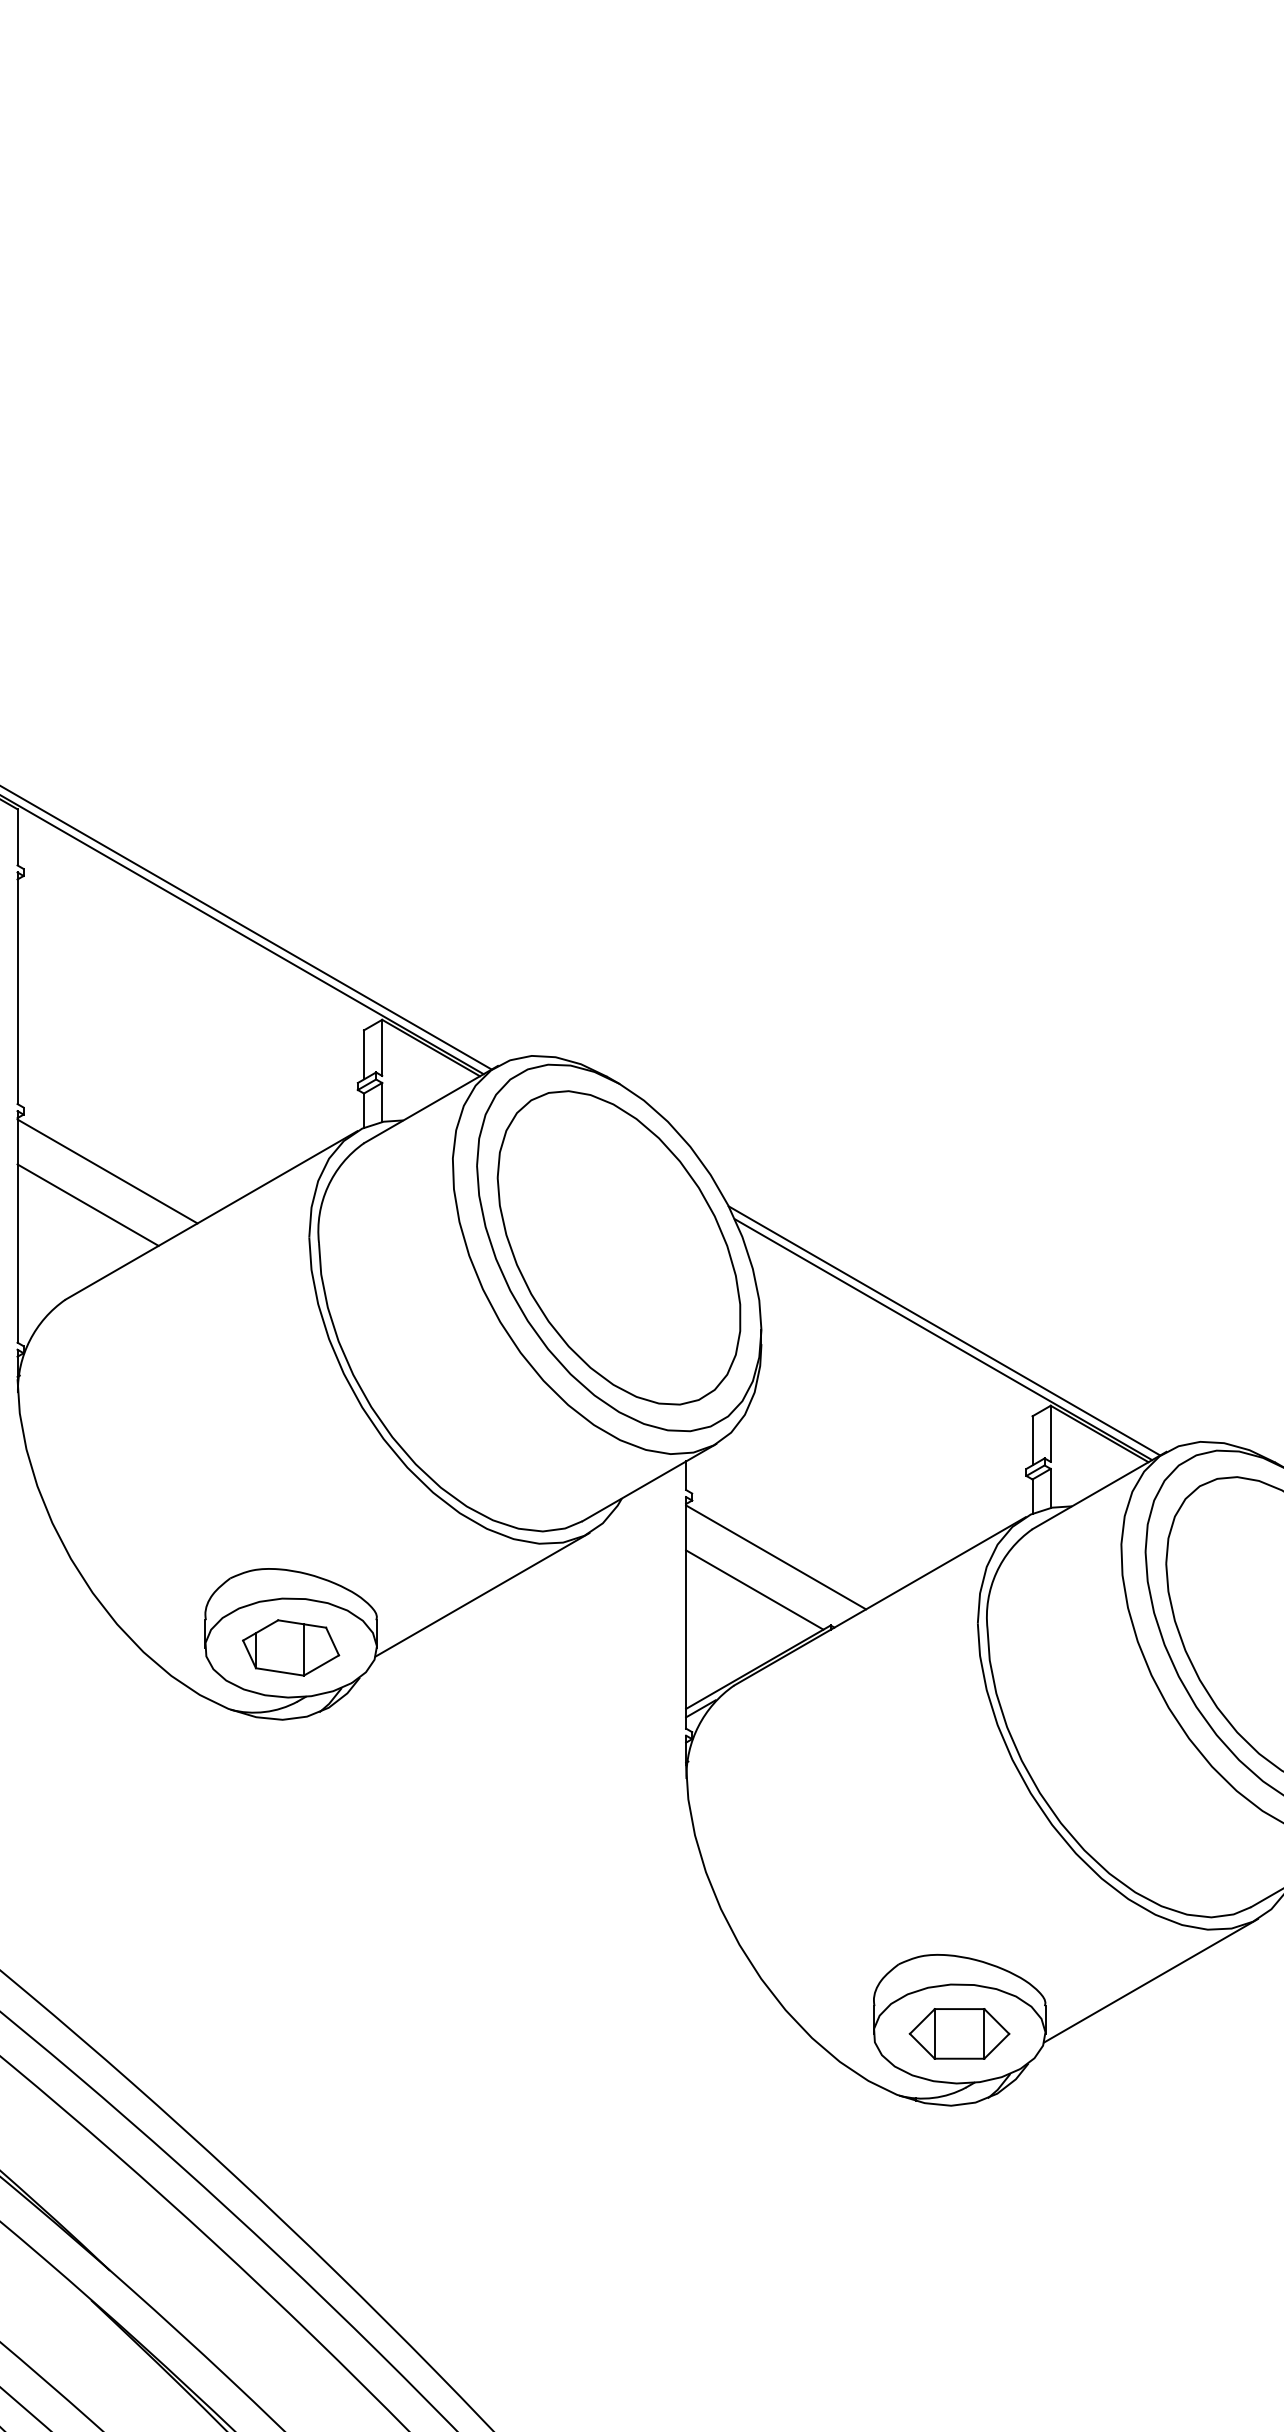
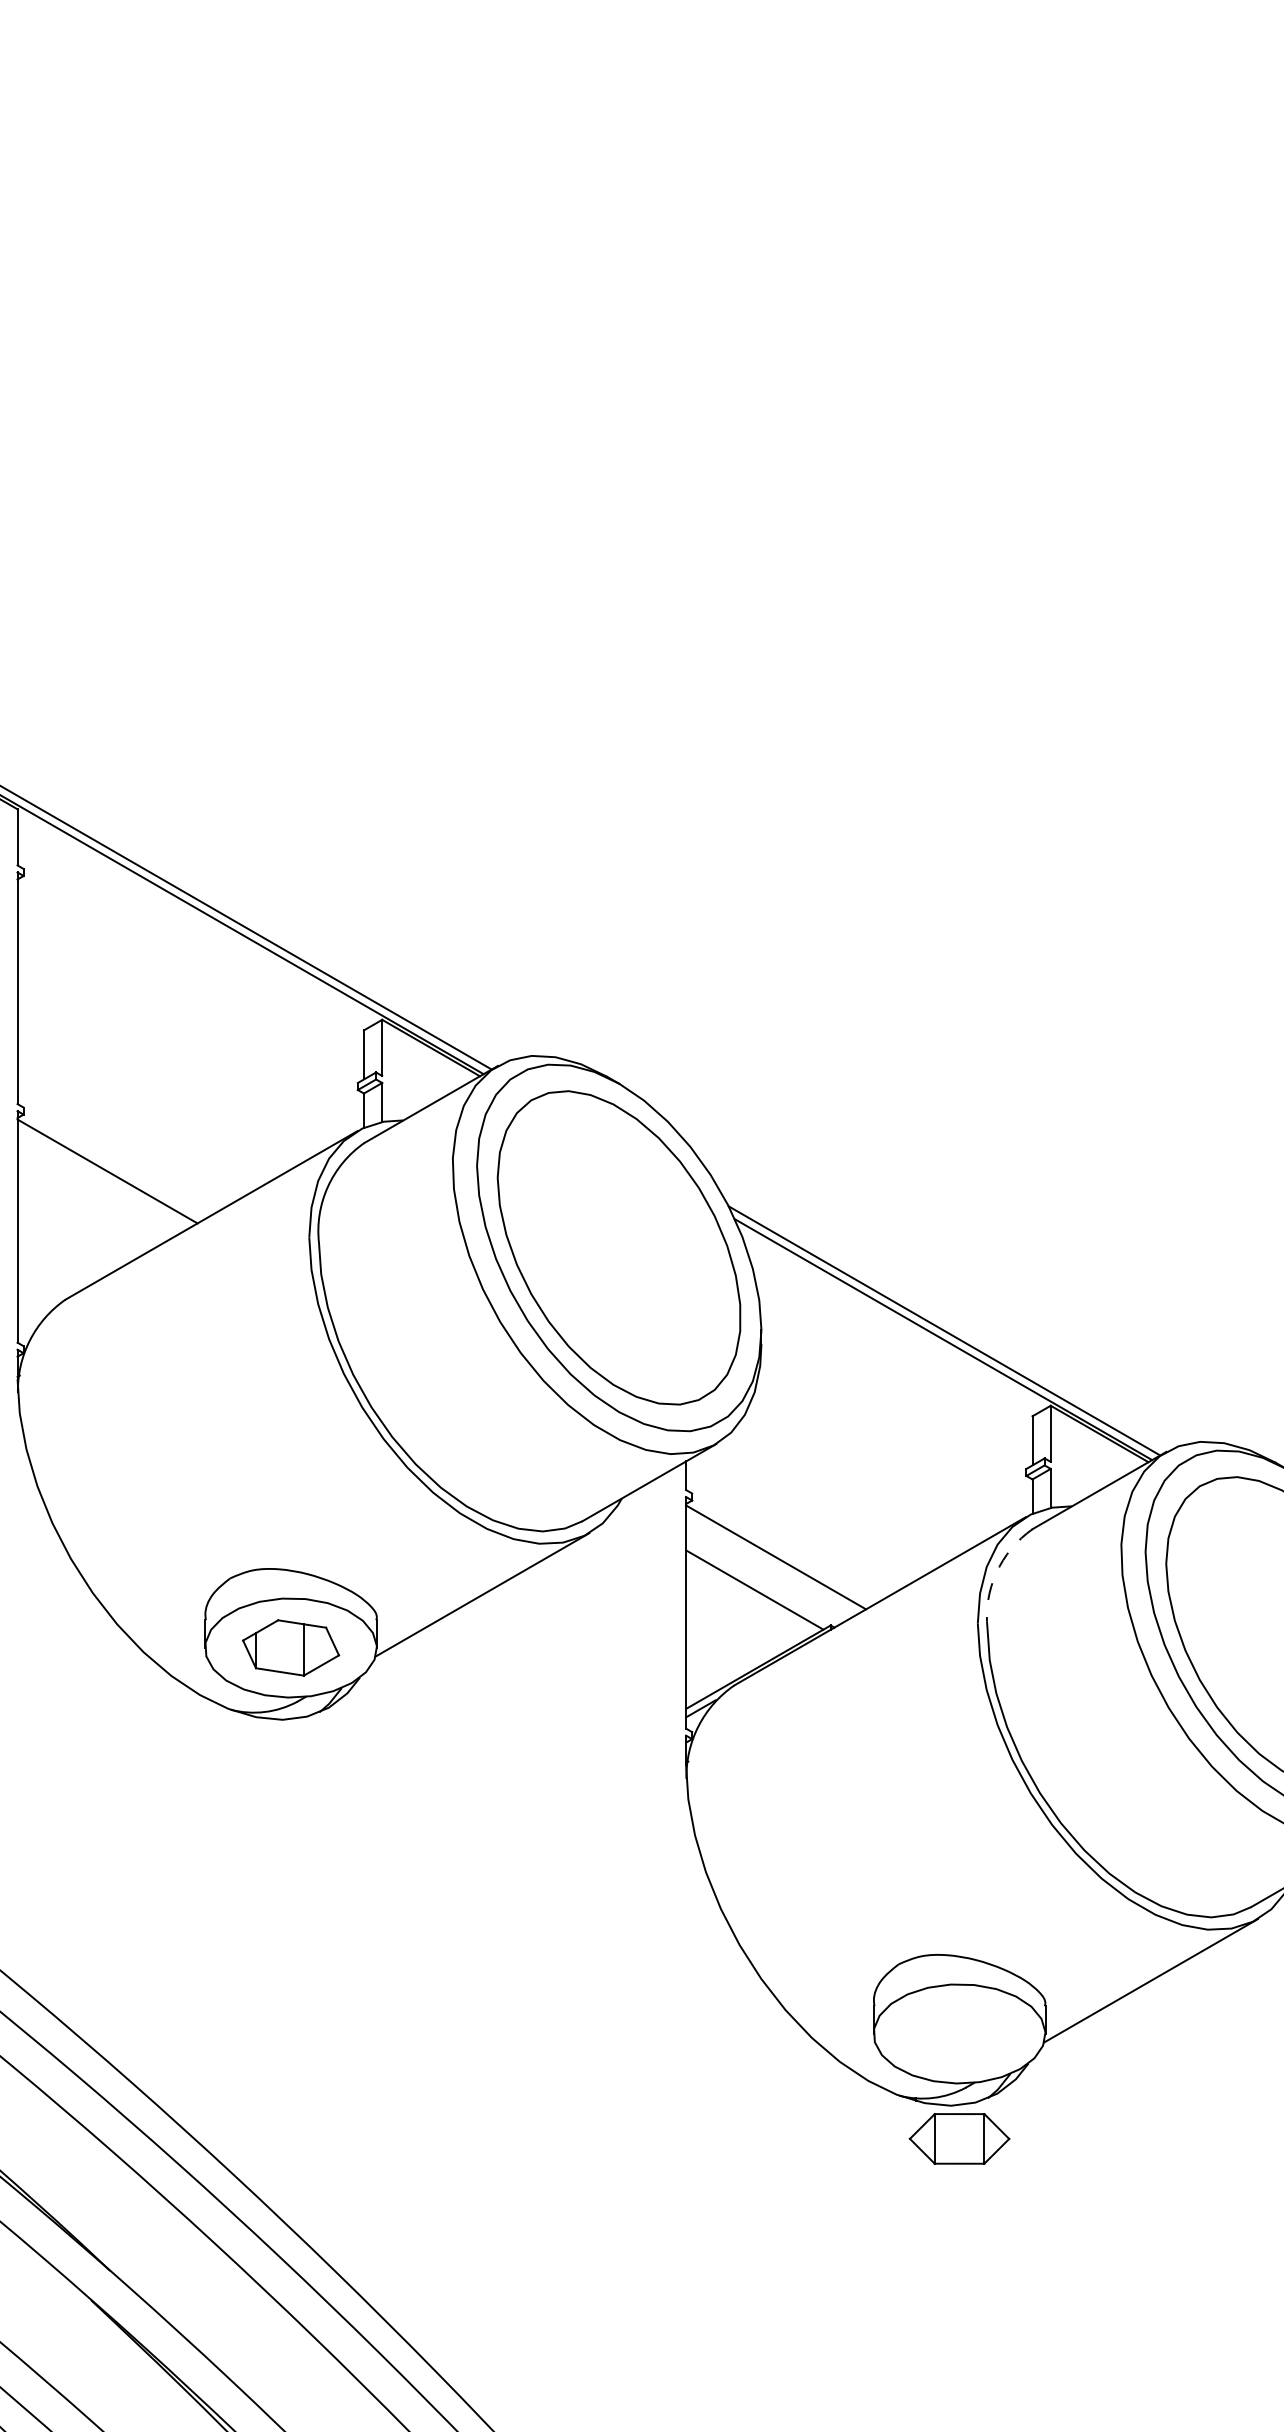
line at (87, 1204): present -> none
arc at (996, 1572): solid -> dashed
part at (959, 2033) position: (959, 2033) -> (959, 2138)
